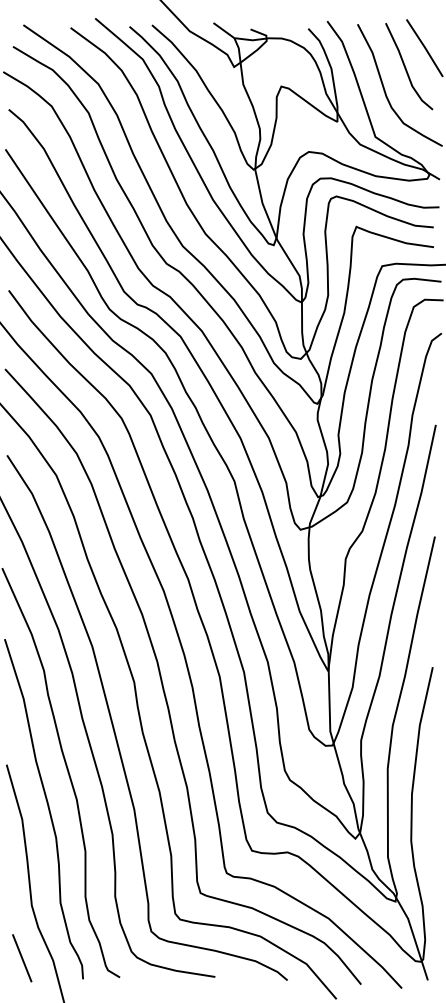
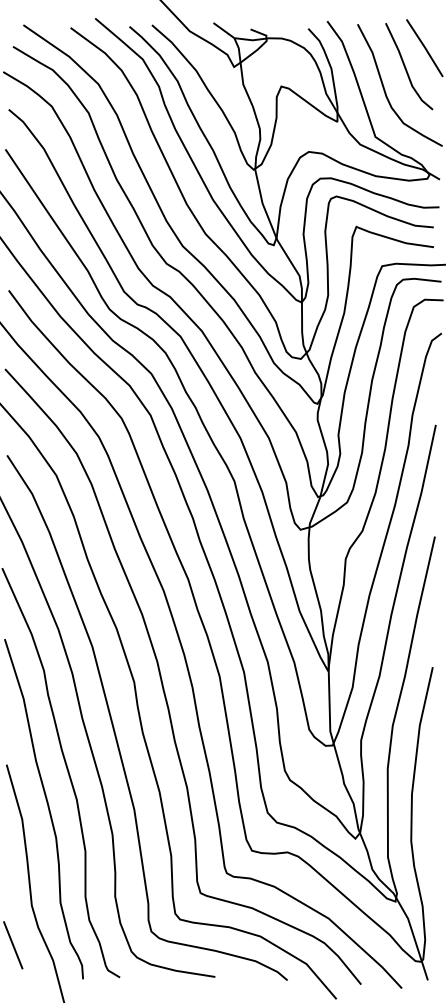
line at (22, 958) position: (22, 958) -> (13, 945)
